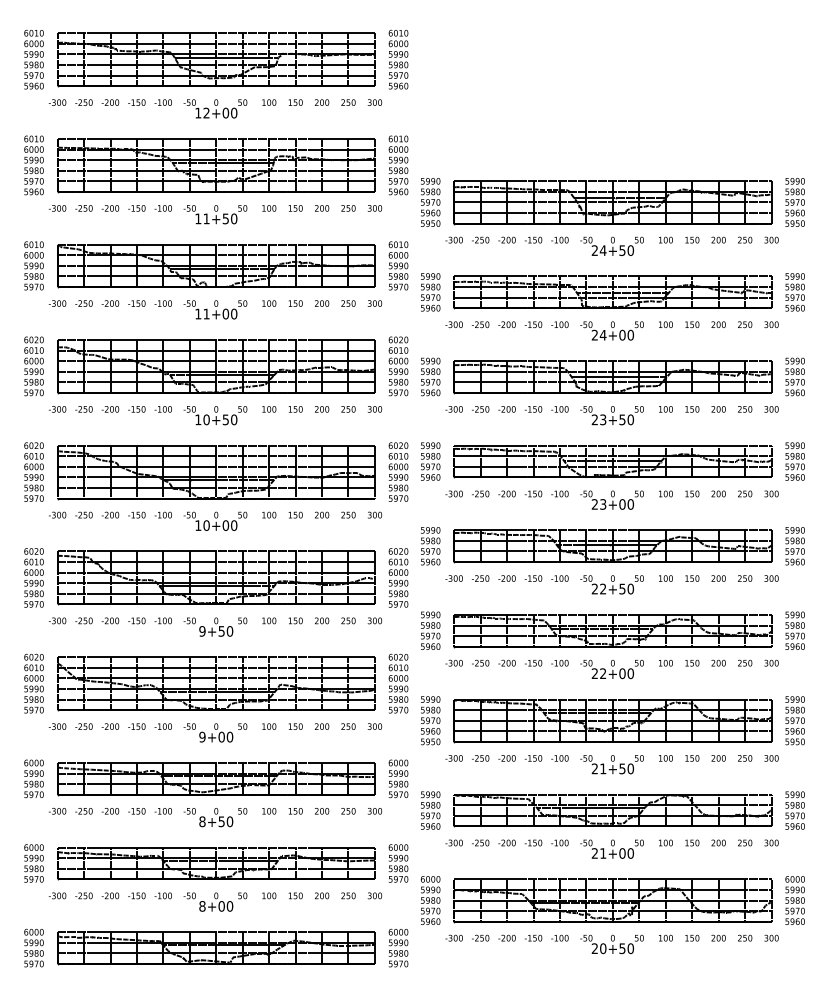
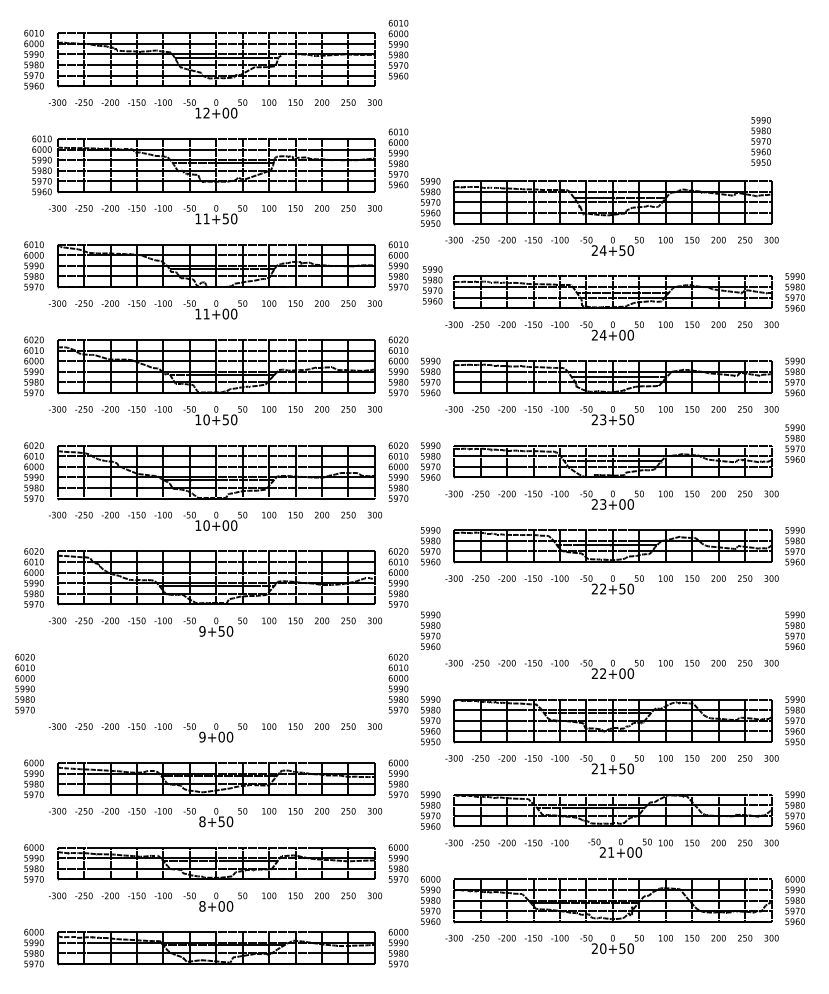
text at (398, 59) position: (398, 59) -> (398, 49)
text at (33, 165) position: (33, 165) -> (41, 165)
text at (398, 165) position: (398, 165) -> (398, 158)
text at (794, 202) position: (794, 202) -> (760, 141)
text at (430, 292) position: (430, 292) -> (432, 285)
text at (794, 461) position: (794, 461) -> (794, 443)
part at (612, 631): present -> none
text at (33, 683) position: (33, 683) -> (24, 683)
part at (216, 683): present -> none
text at (611, 848) position: (611, 848) -> (619, 847)
